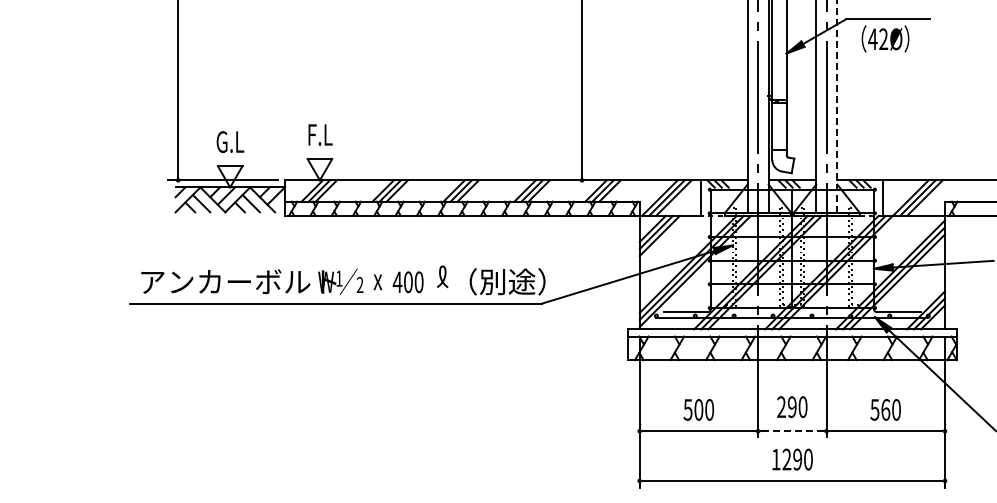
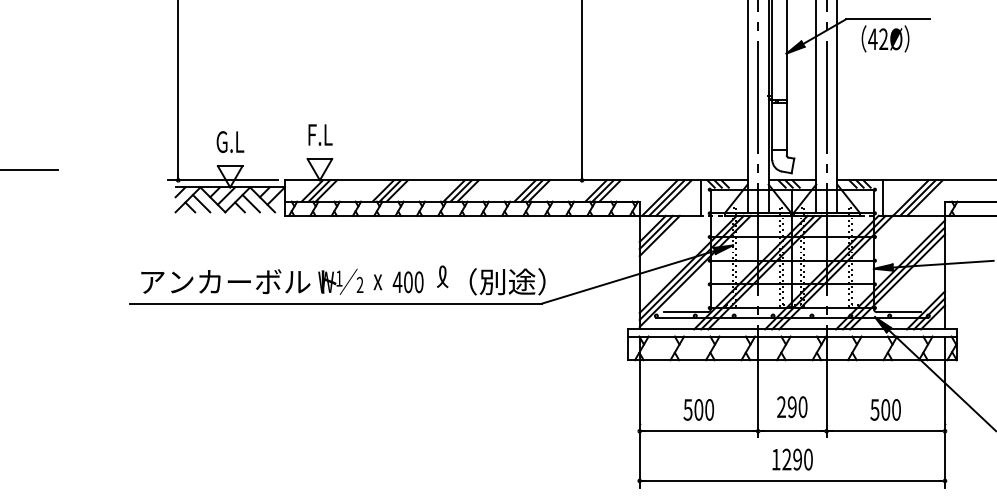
line at (837, 106): dashed -> solid
line at (30, 169): none -> present
text at (885, 409): 560 -> 500
line at (792, 431): dashed -> solid
